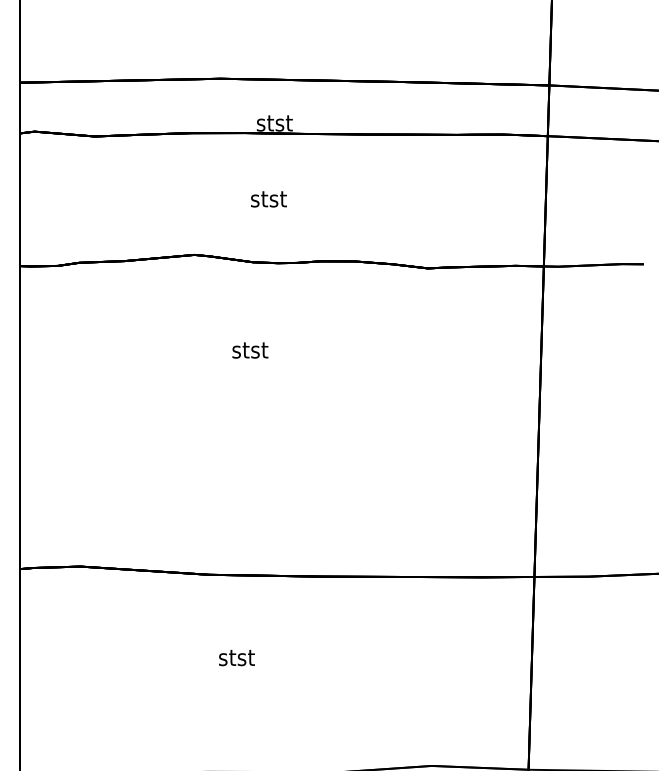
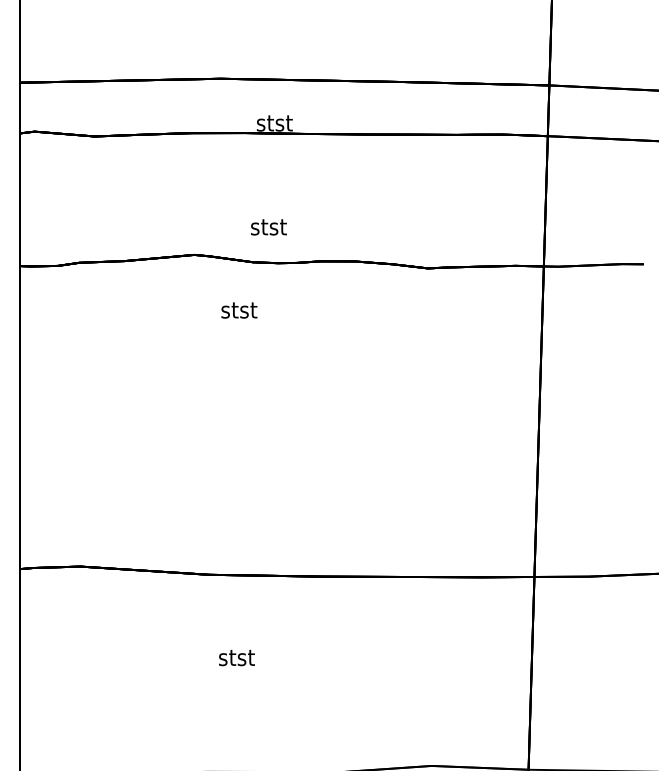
text at (268, 199) position: (268, 199) -> (268, 227)
text at (250, 350) position: (250, 350) -> (239, 310)
